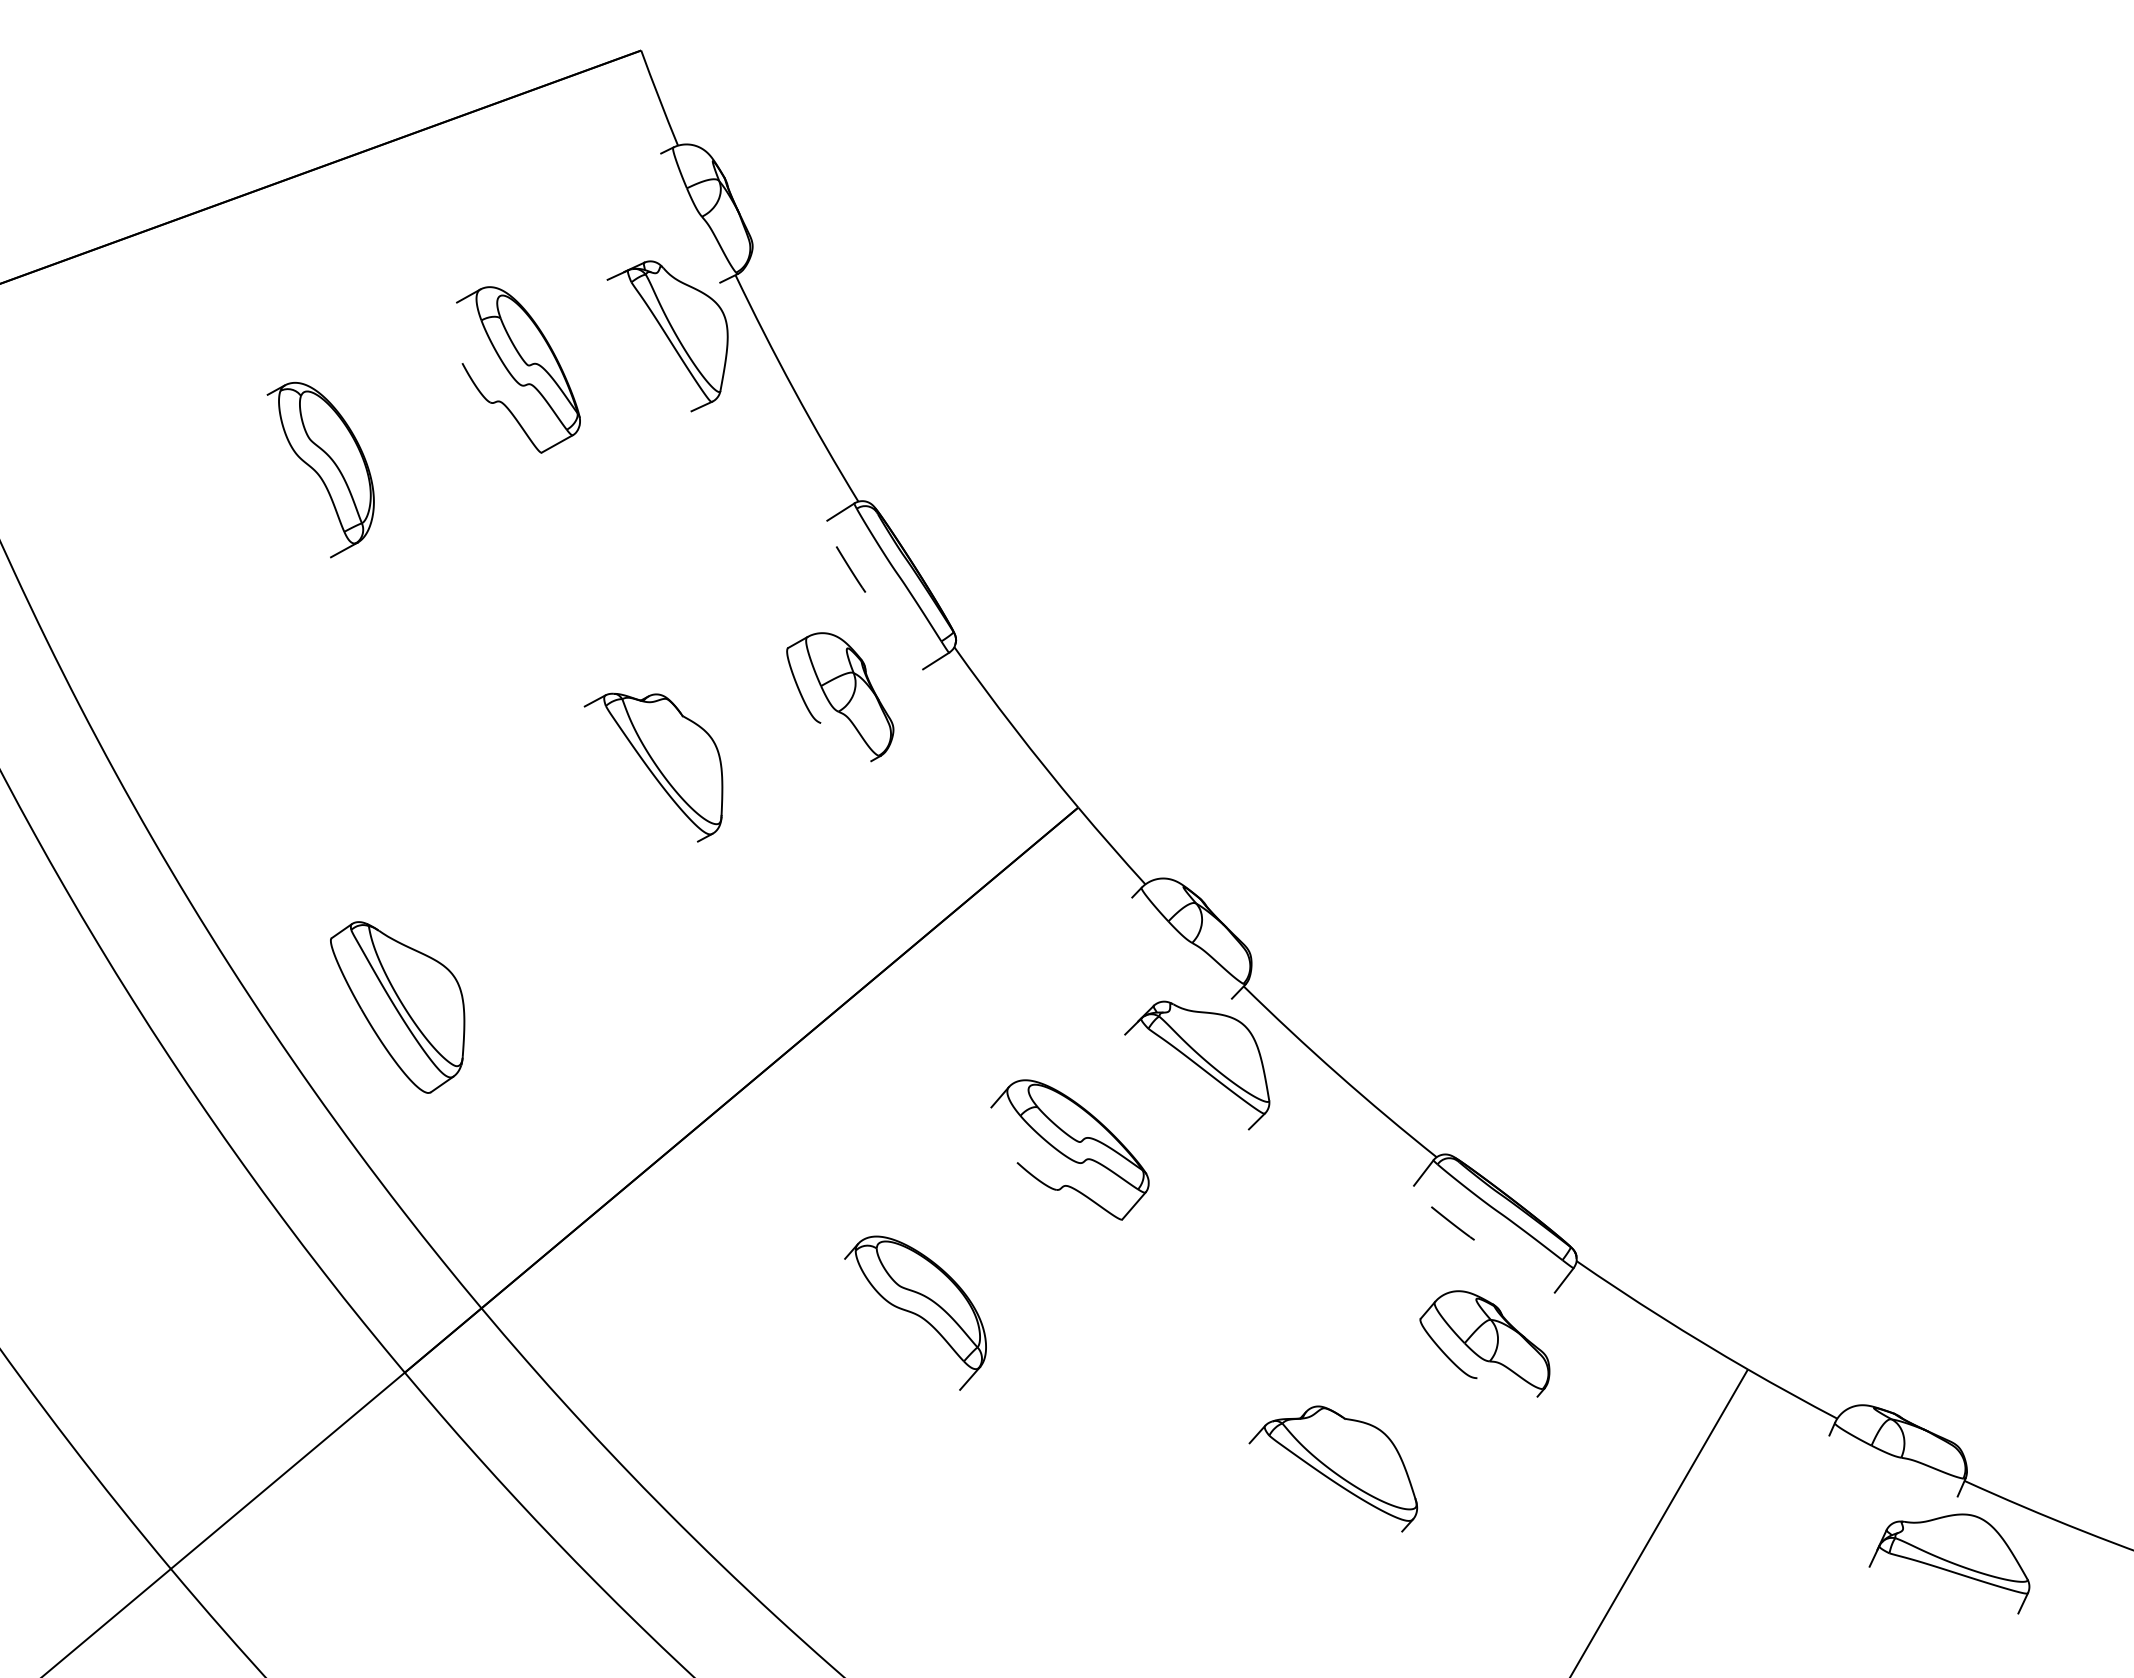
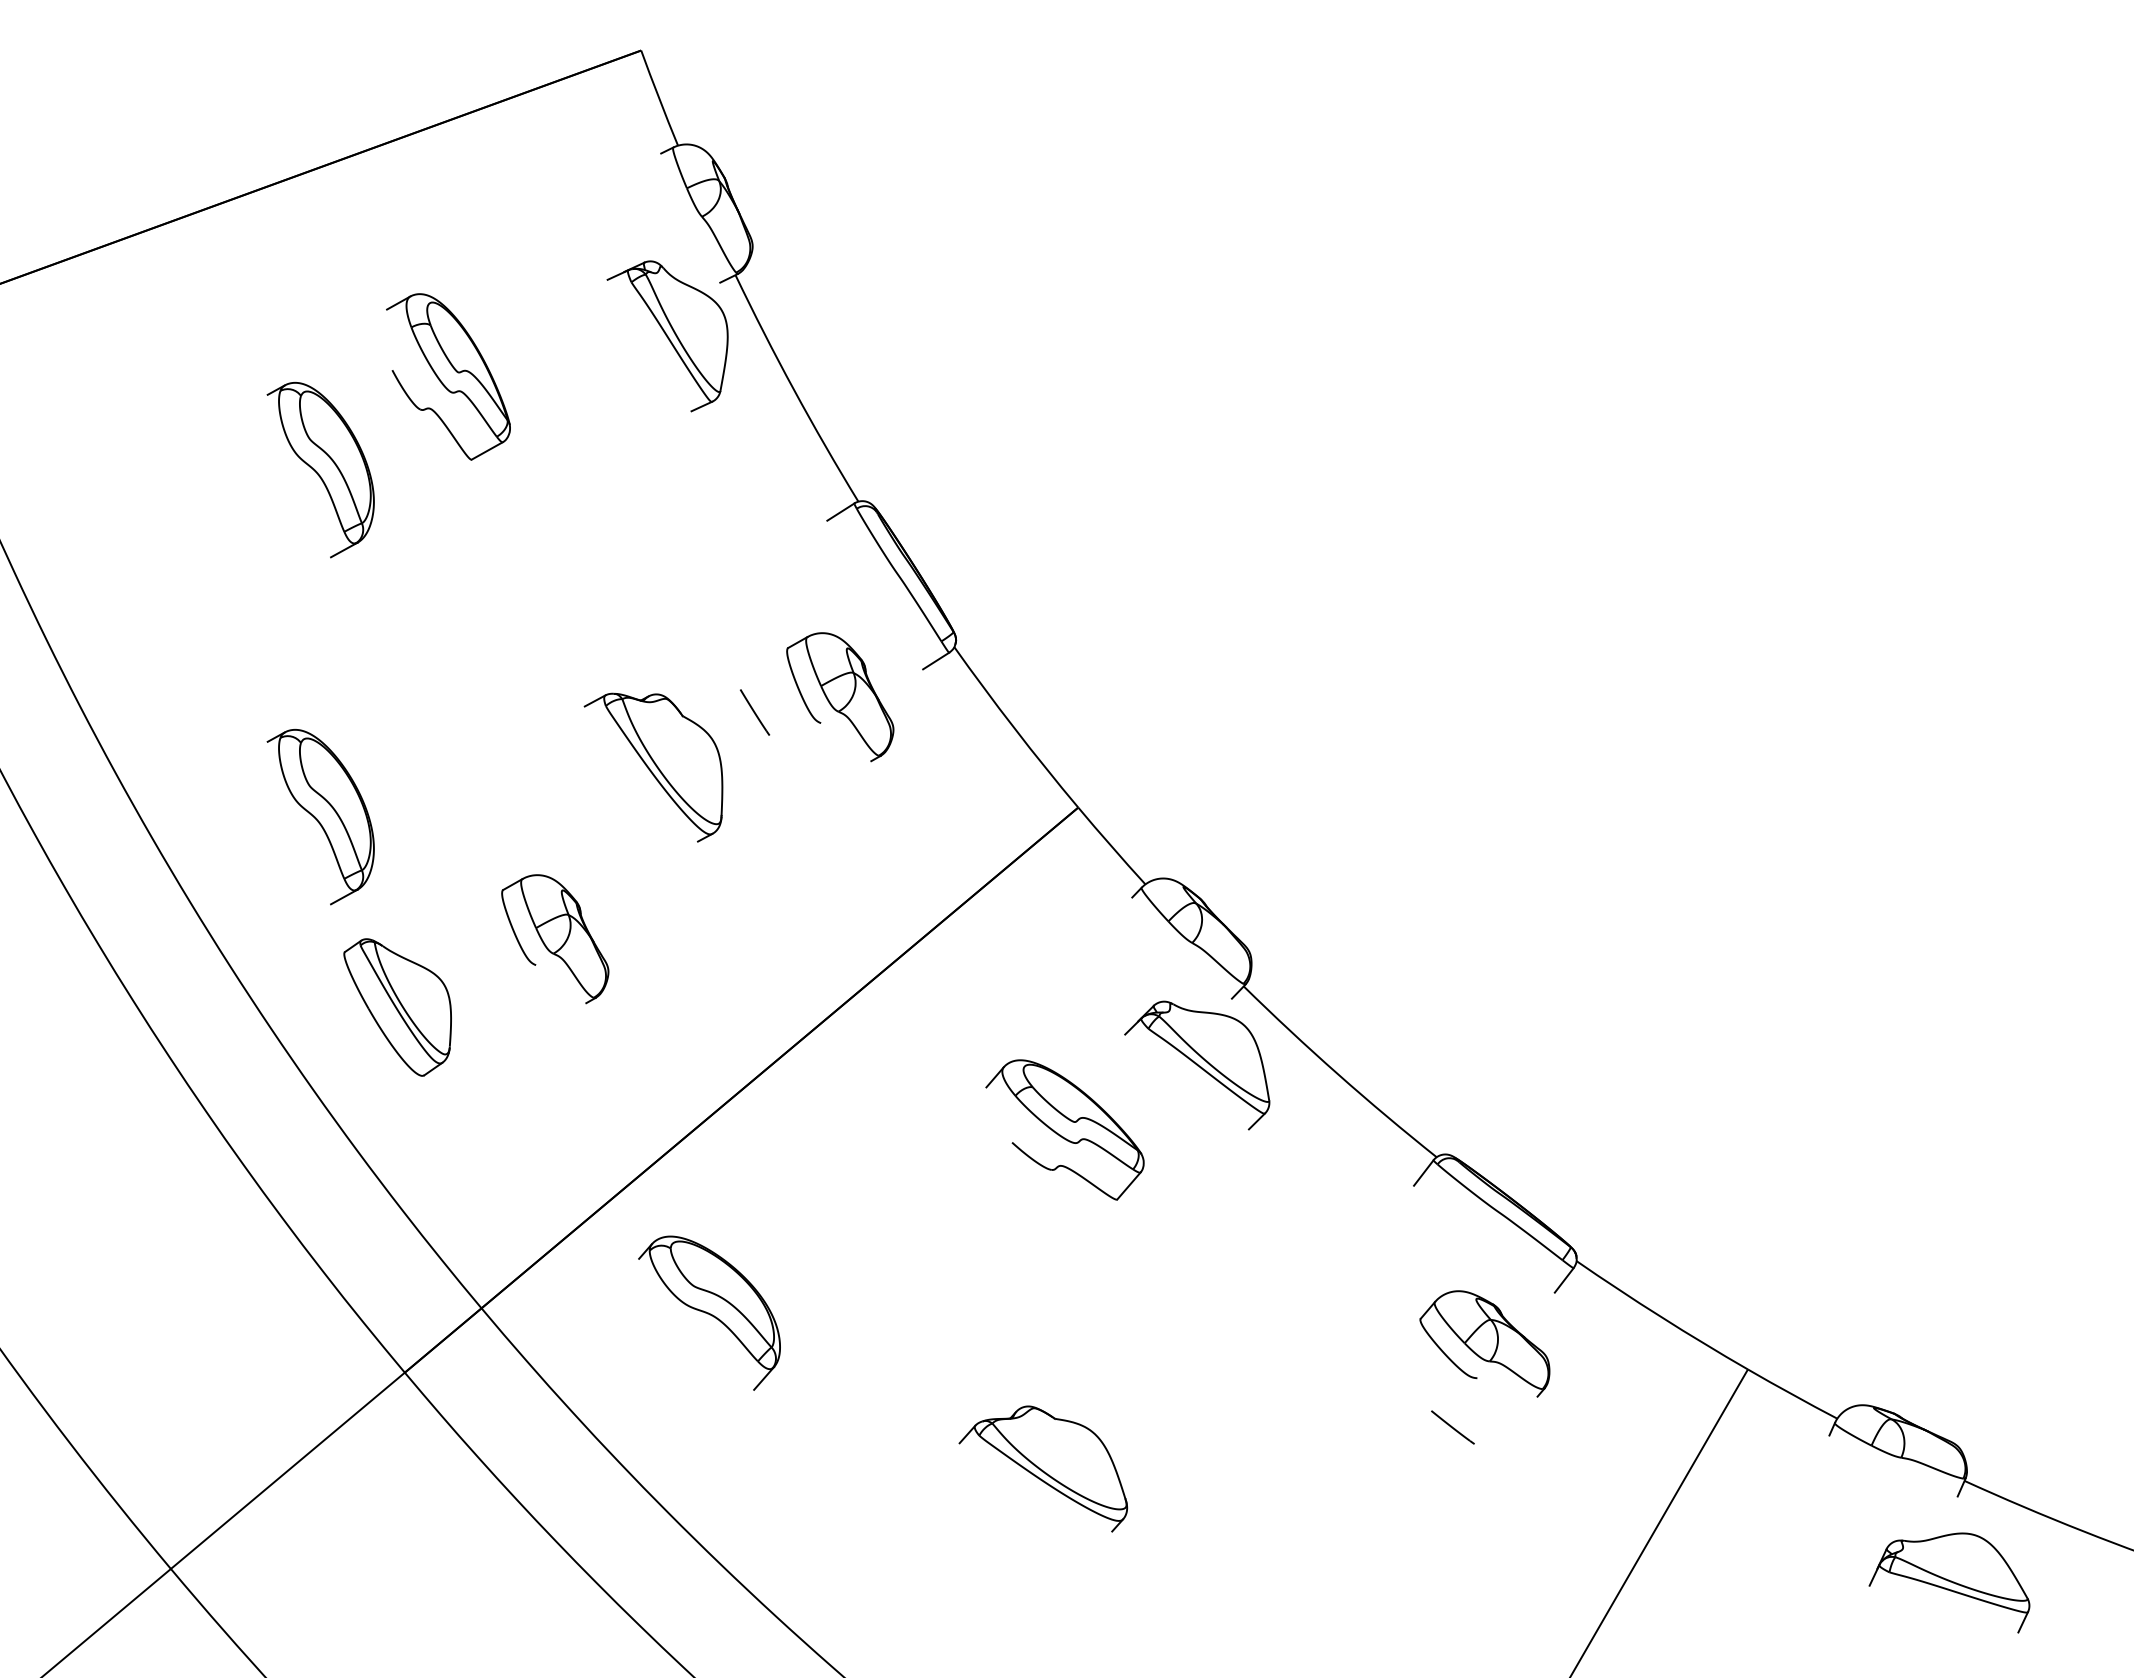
part at (518, 369) position: (518, 369) -> (448, 376)
line at (851, 569) position: (851, 569) -> (755, 712)
part at (320, 816): none -> present
part at (555, 939): none -> present
part at (397, 1007) size: 136x173 px -> 109x139 px
part at (1069, 1149) position: (1069, 1149) -> (1064, 1129)
line at (1452, 1223) position: (1452, 1223) -> (1452, 1427)
part at (915, 1312) position: (915, 1312) -> (709, 1312)
part at (1333, 1468) position: (1333, 1468) -> (1043, 1468)
part at (1949, 1563) position: (1949, 1563) -> (1949, 1582)
